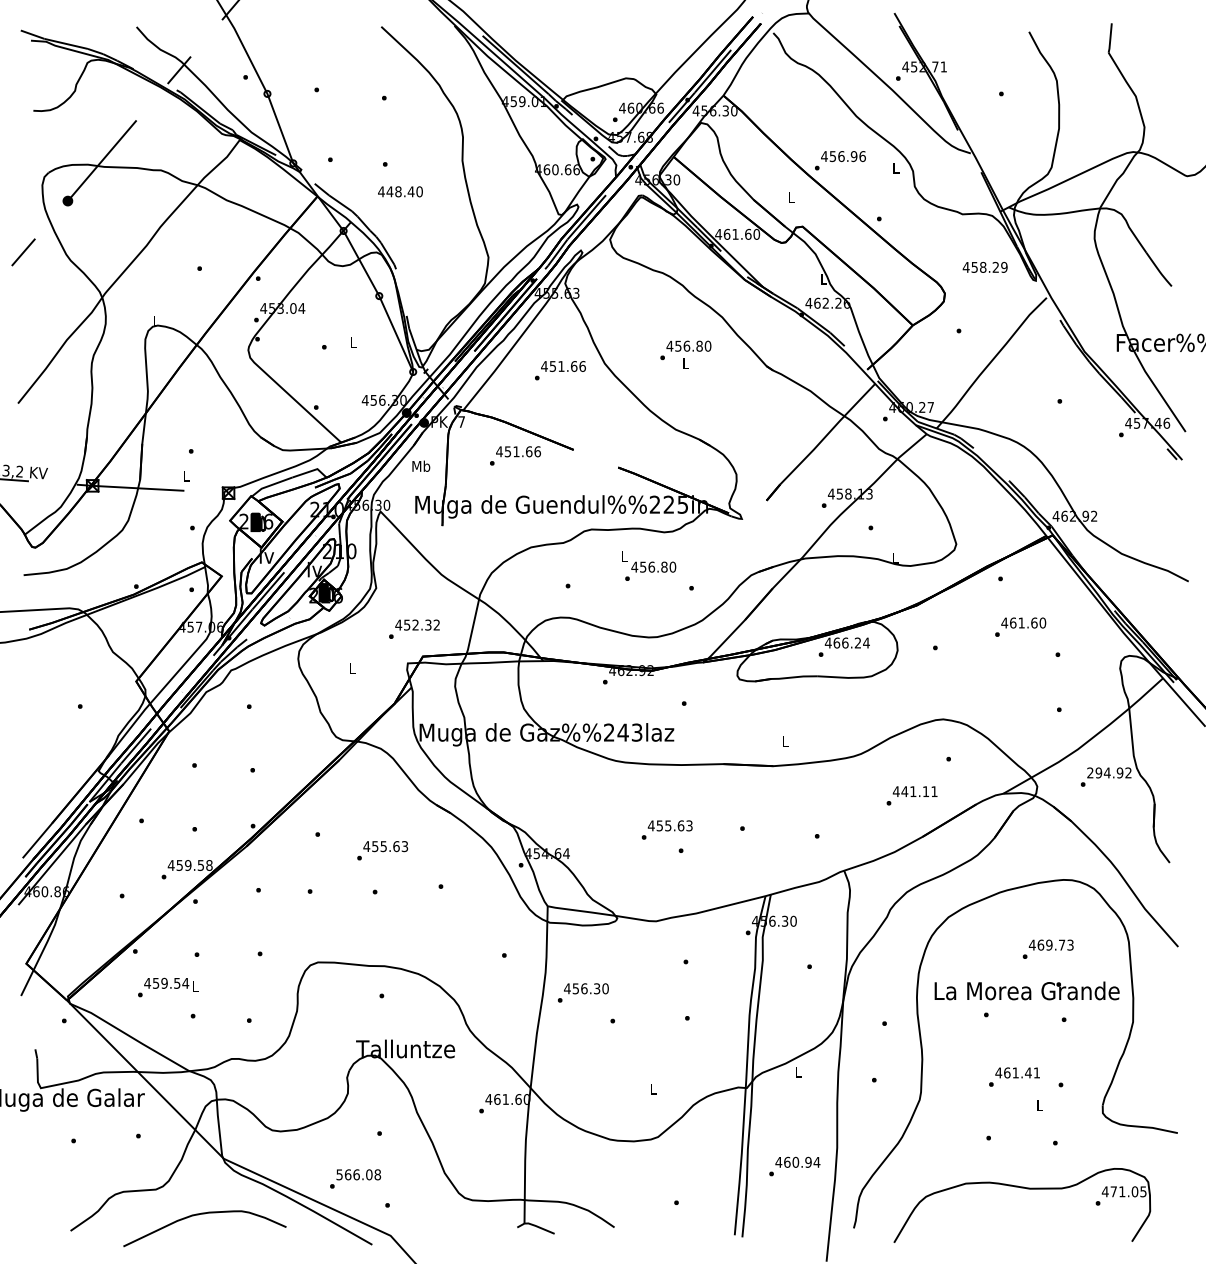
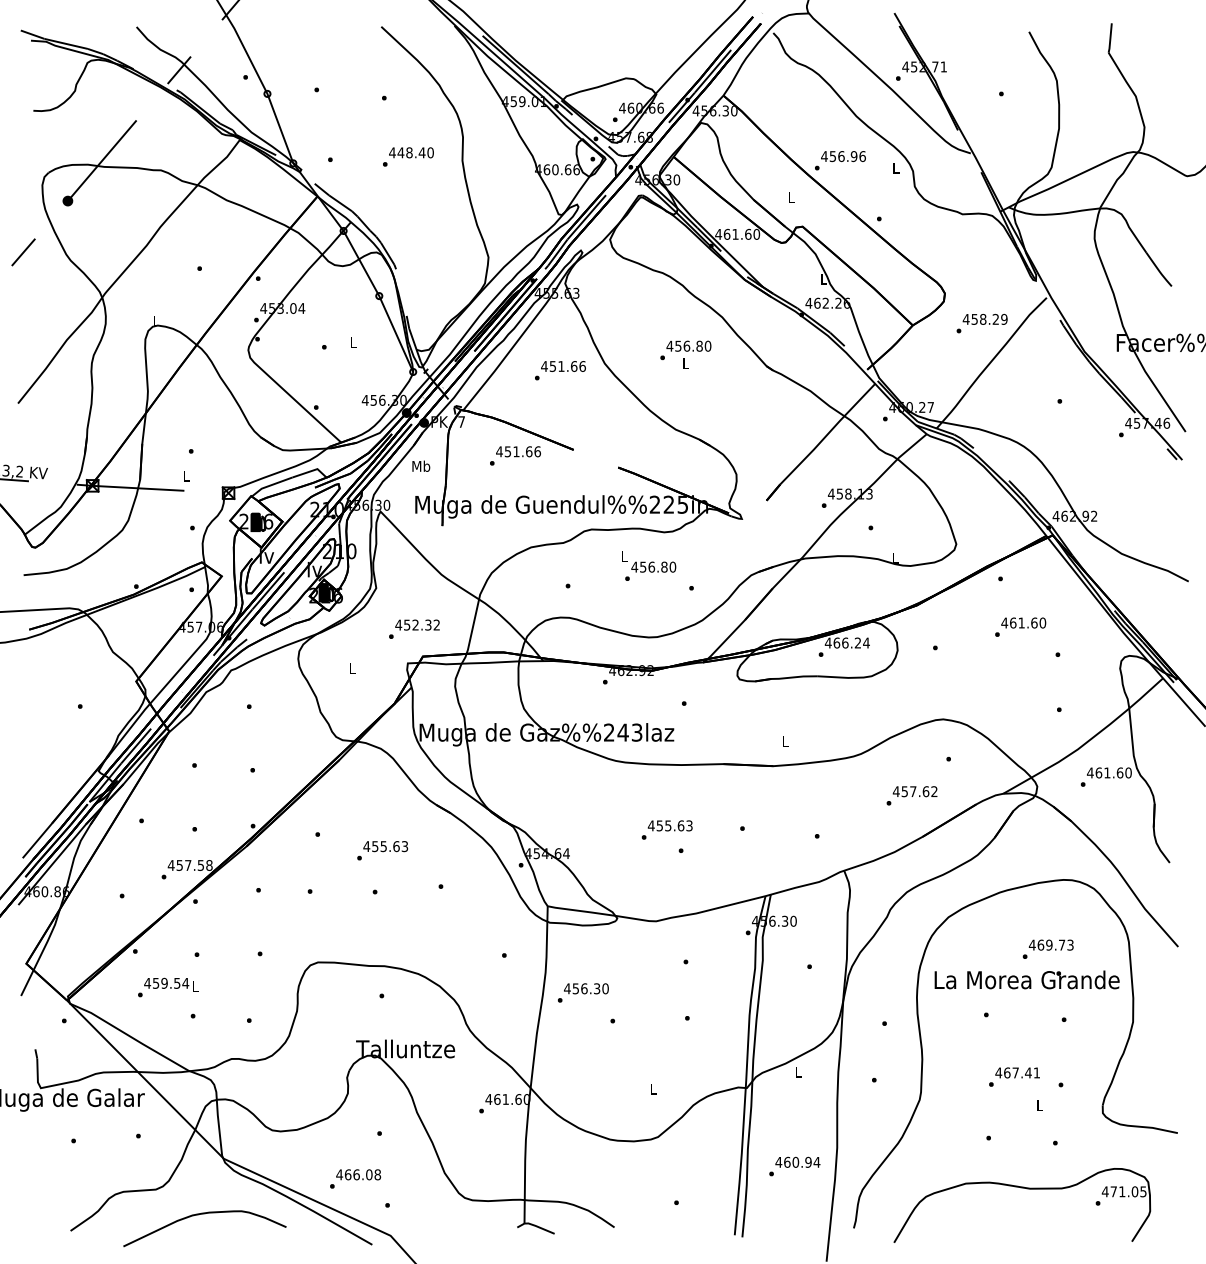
text at (400, 191) position: (400, 191) -> (411, 152)
text at (984, 266) position: (984, 266) -> (984, 318)
text at (1109, 772): 294.92 -> 461.60
text at (919, 791): 441.11 -> 457.62
text at (188, 865): 459.58 -> 457.58
text at (1026, 990) position: (1026, 990) -> (1026, 979)
text at (1015, 1072): 461.41 -> 467.41
text at (339, 1174): 566.08 -> 466.08
